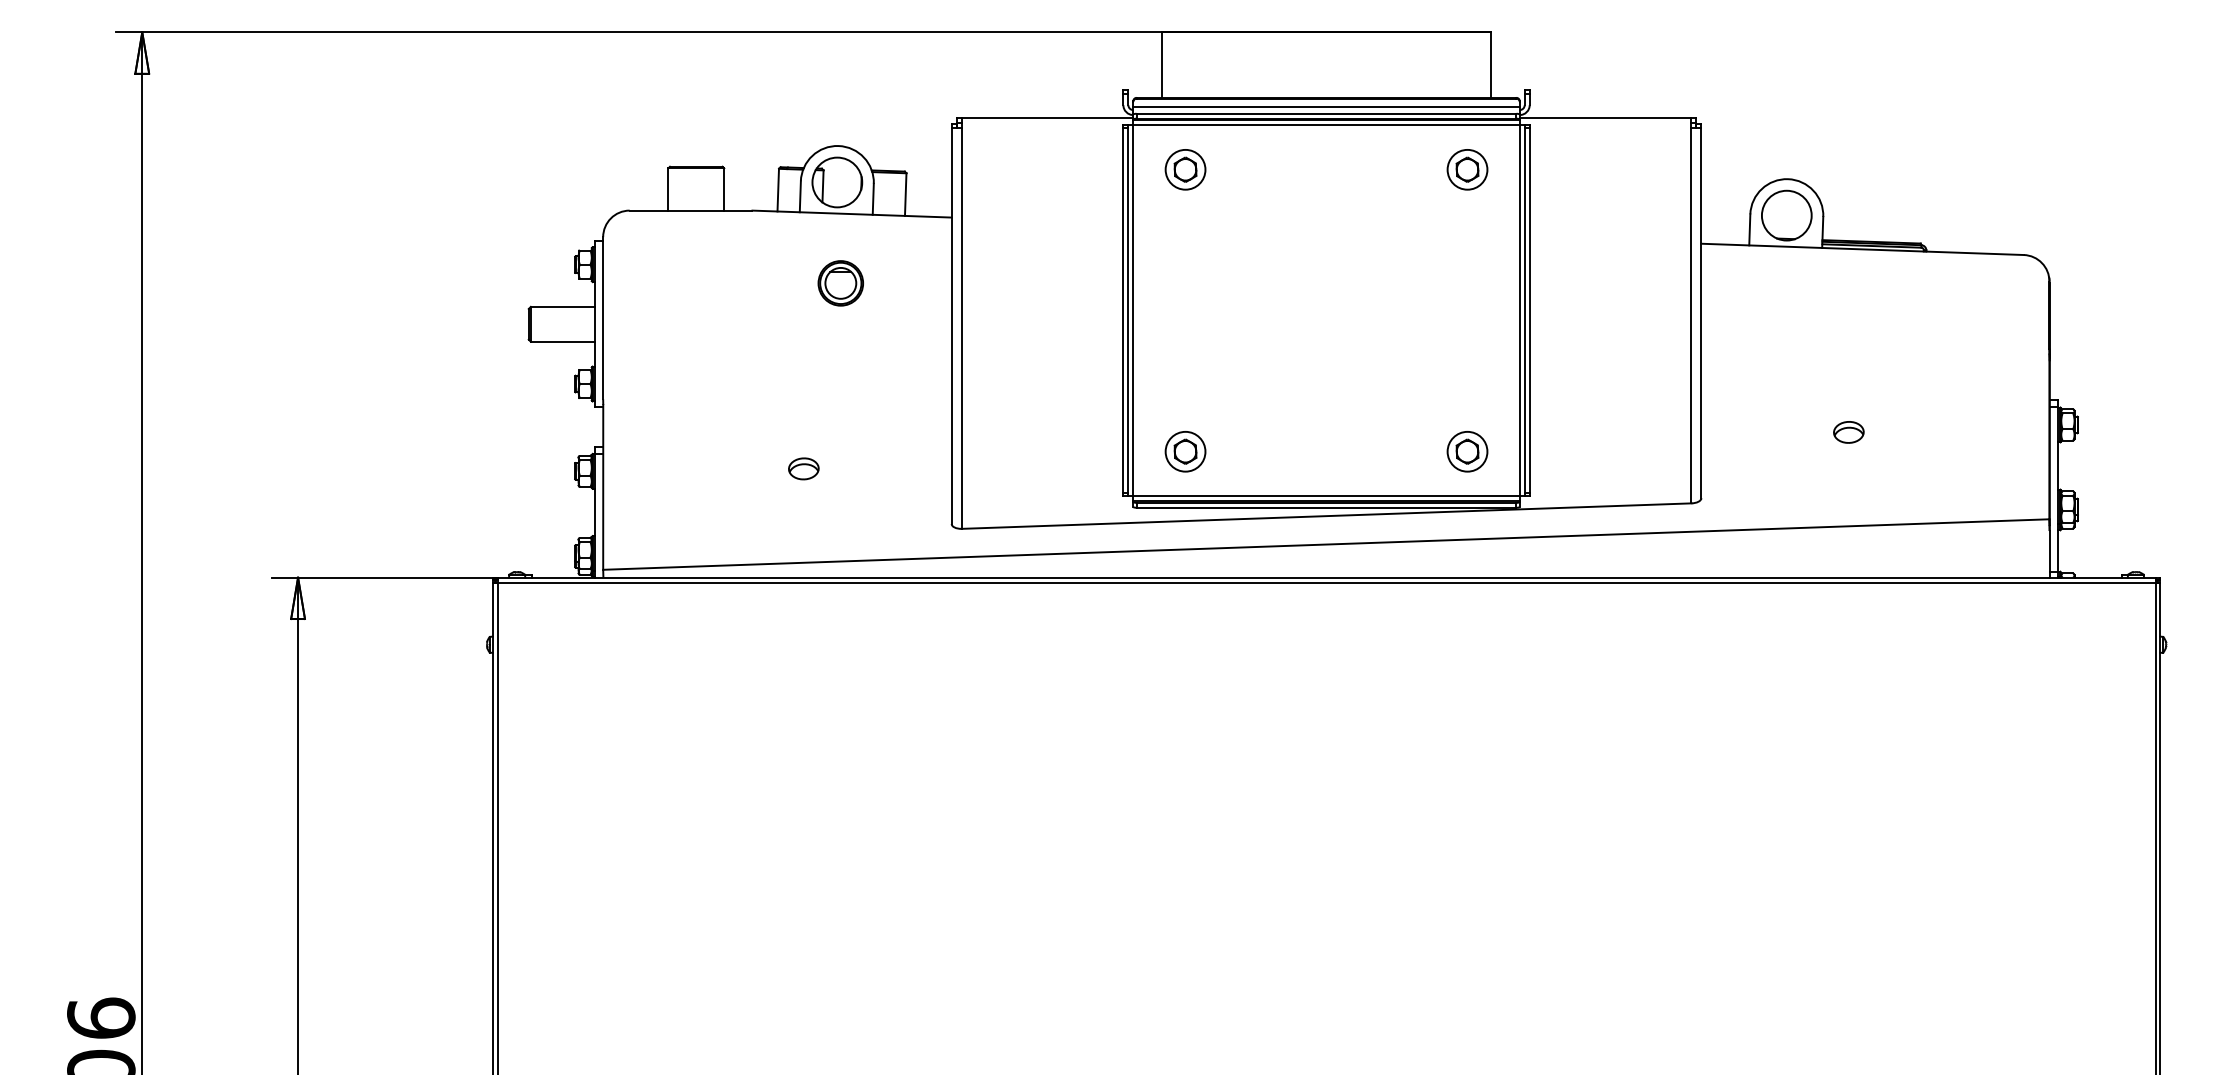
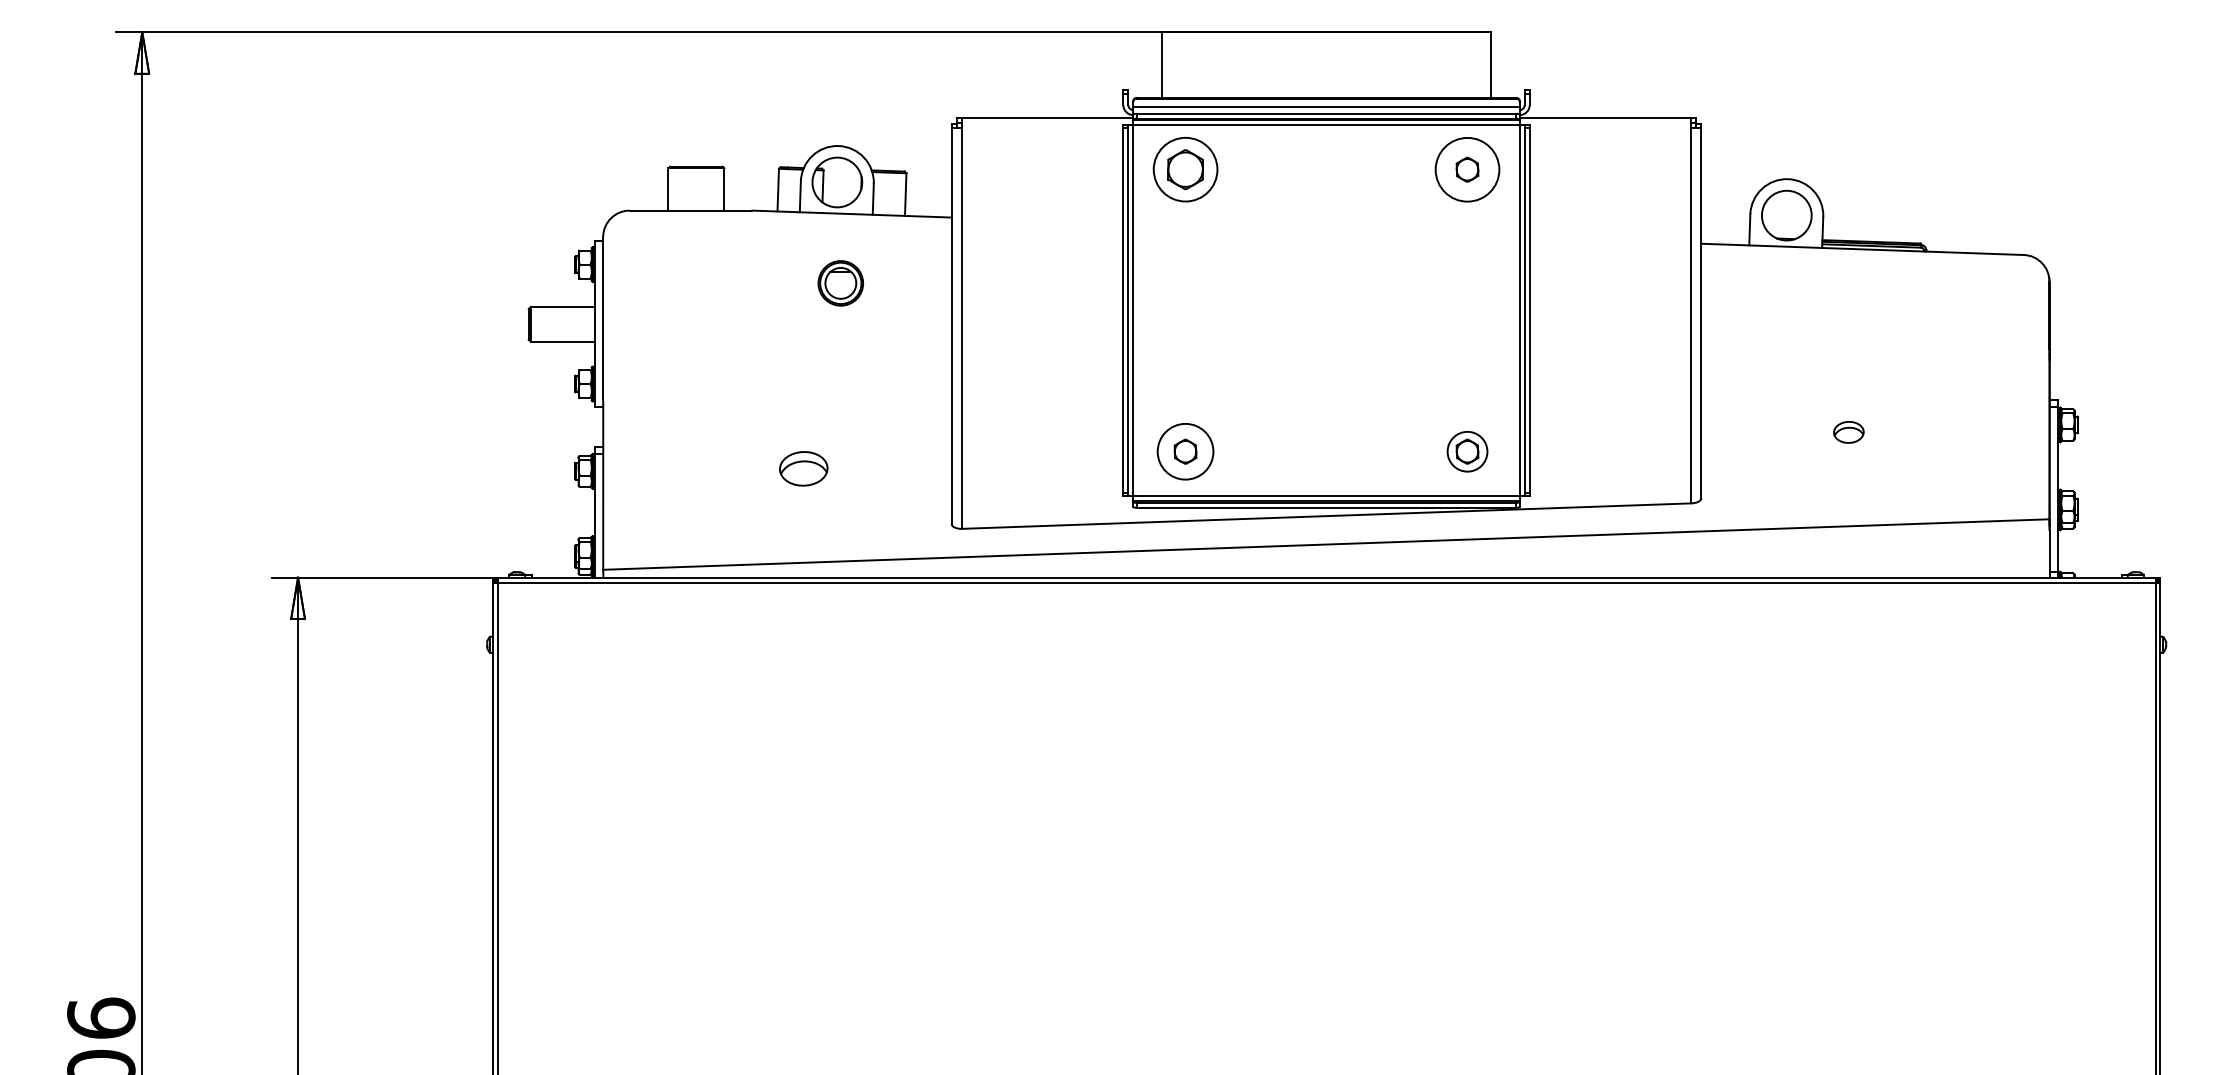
part at (1185, 169) size: 43x42 px -> 67x66 px
circle at (1467, 169) diameter: 40 px -> 64 px
circle at (1185, 451) diameter: 40 px -> 56 px
part at (803, 468) size: 32x24 px -> 50x36 px
